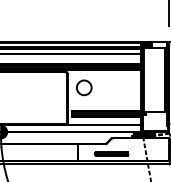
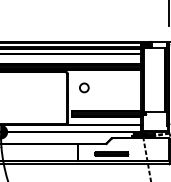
circle at (84, 87) size: 17x18 px -> 11x12 px
